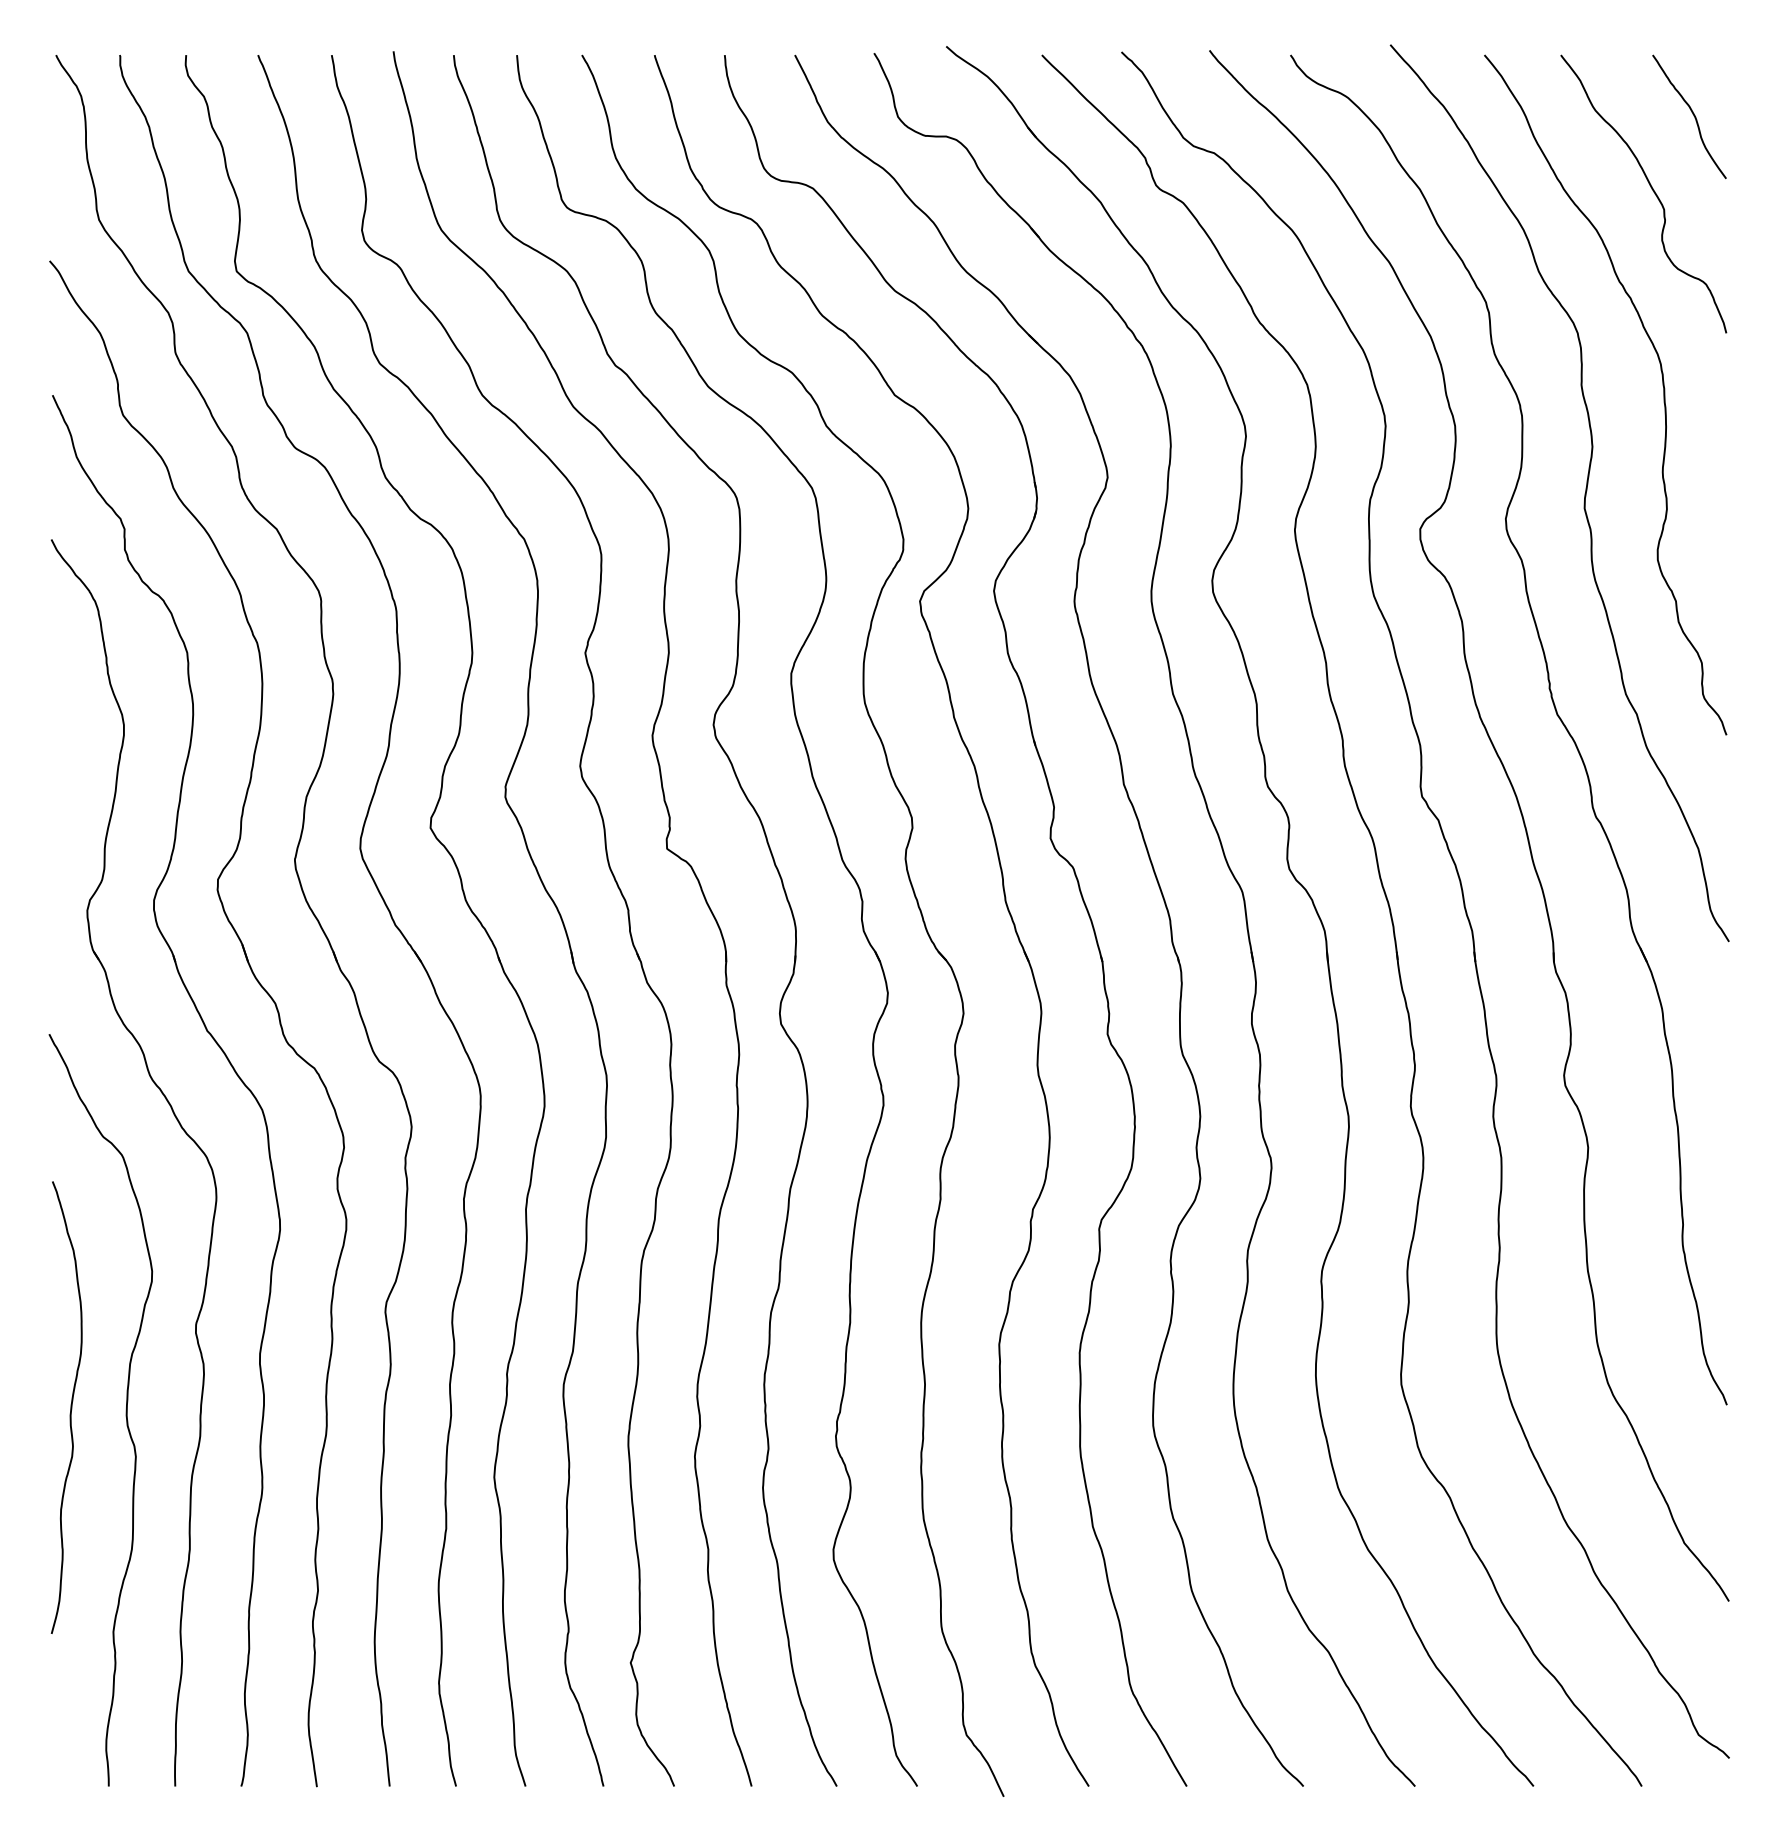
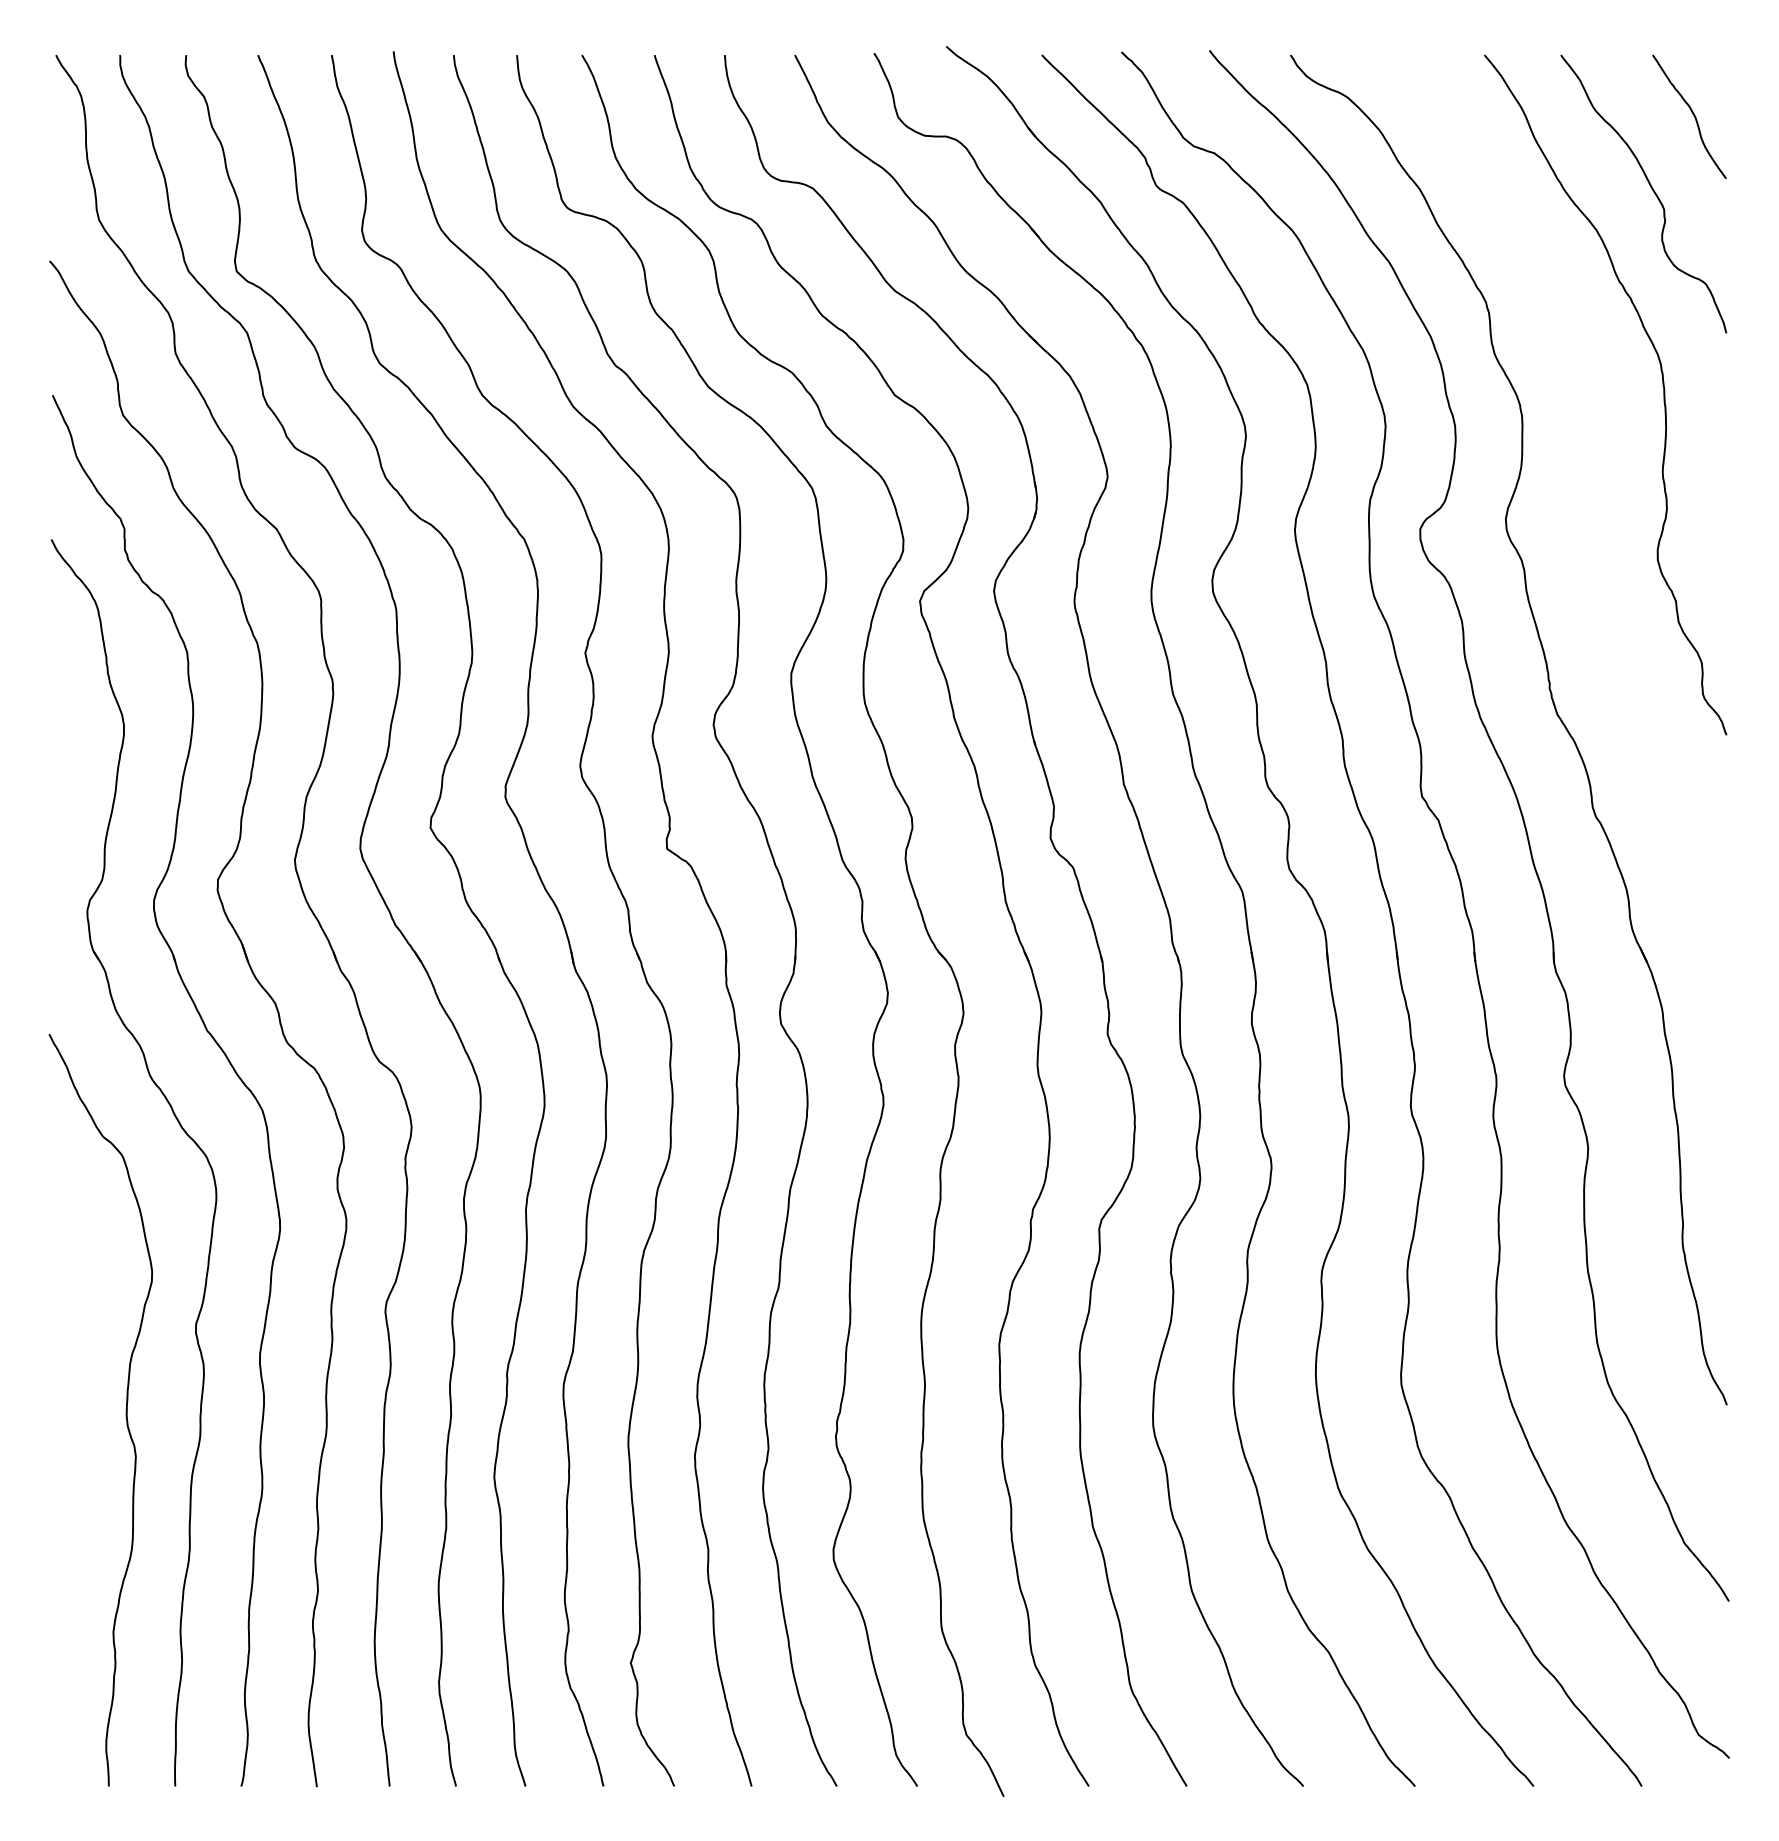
curve at (1584, 493): present -> none
curve at (70, 1407): present -> none
